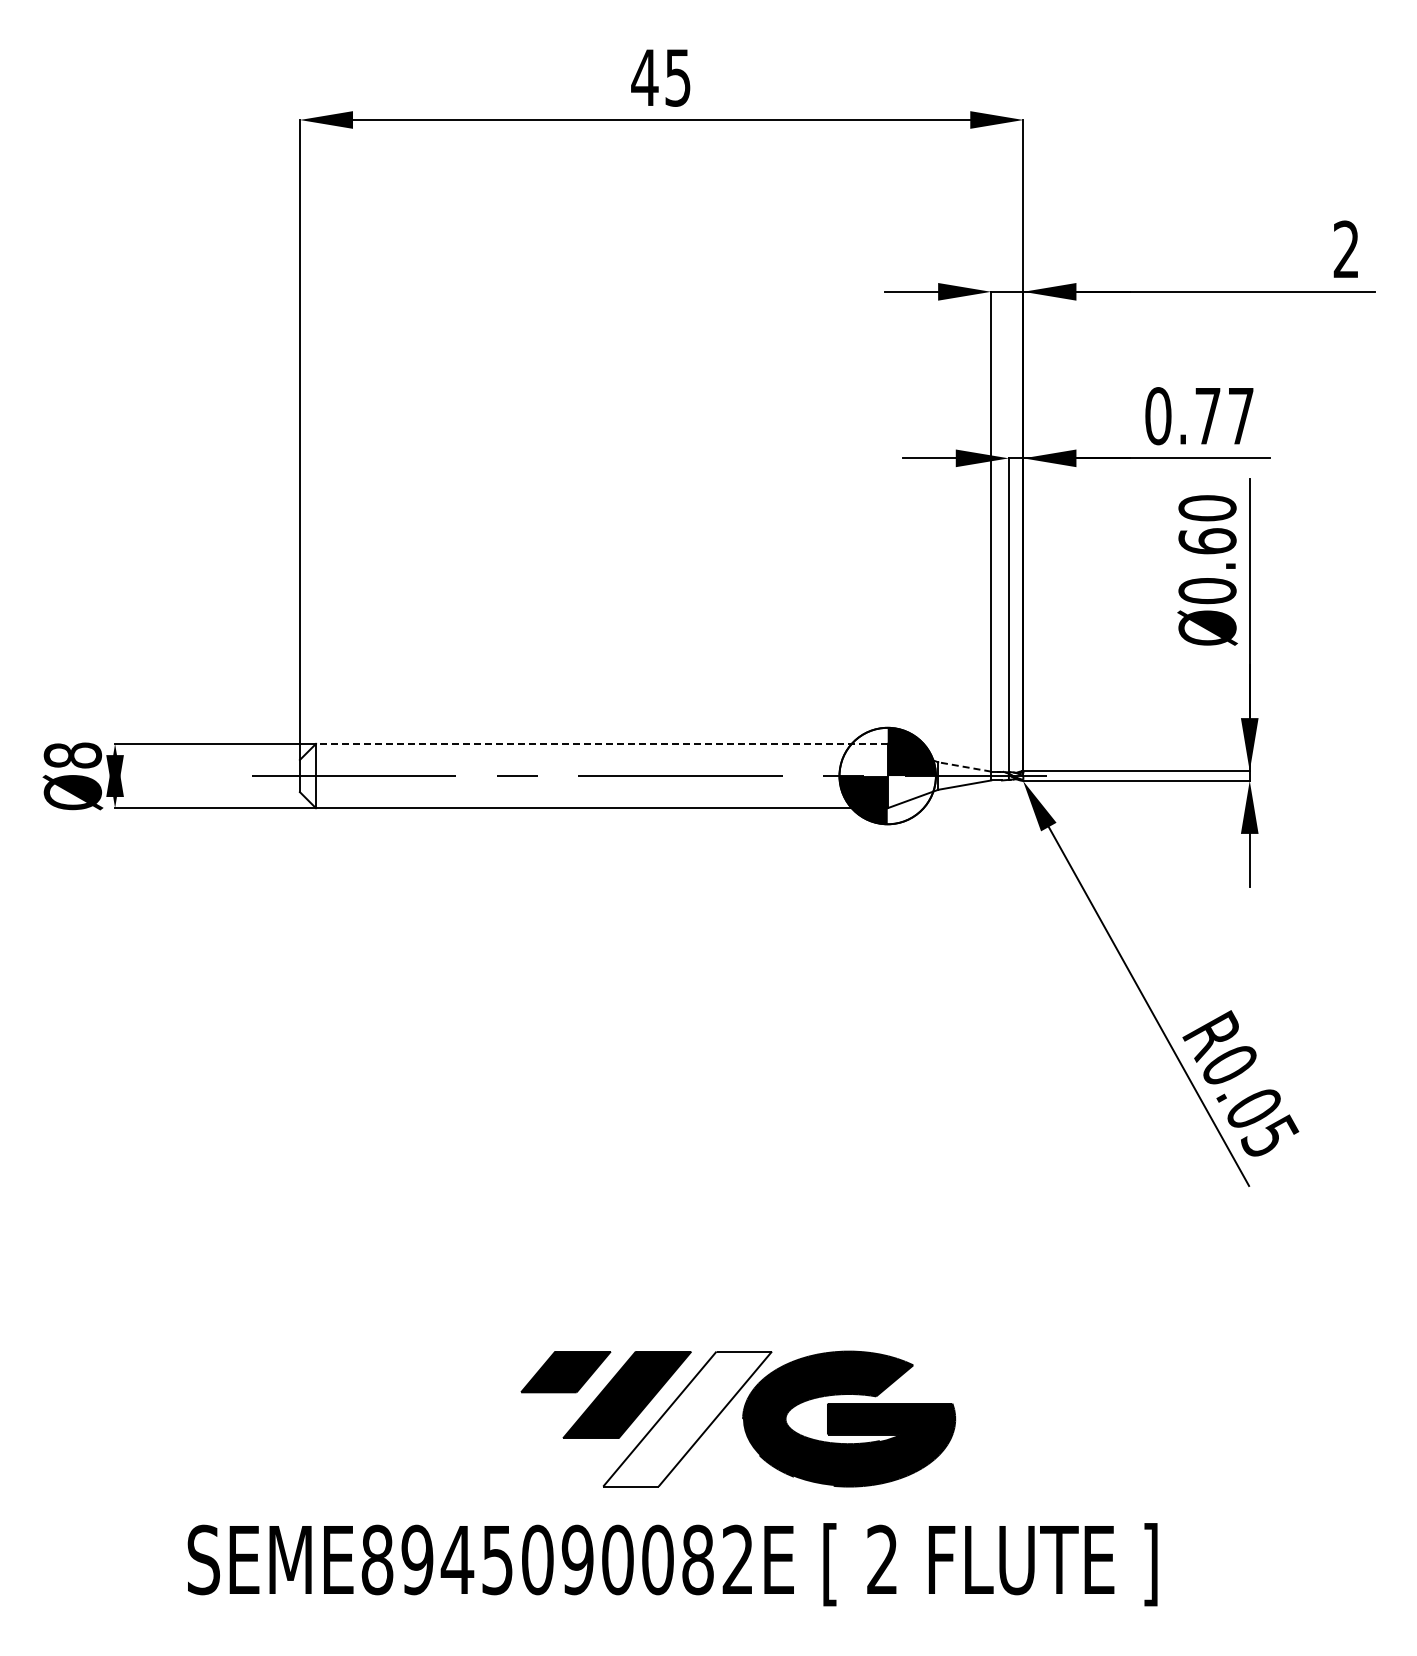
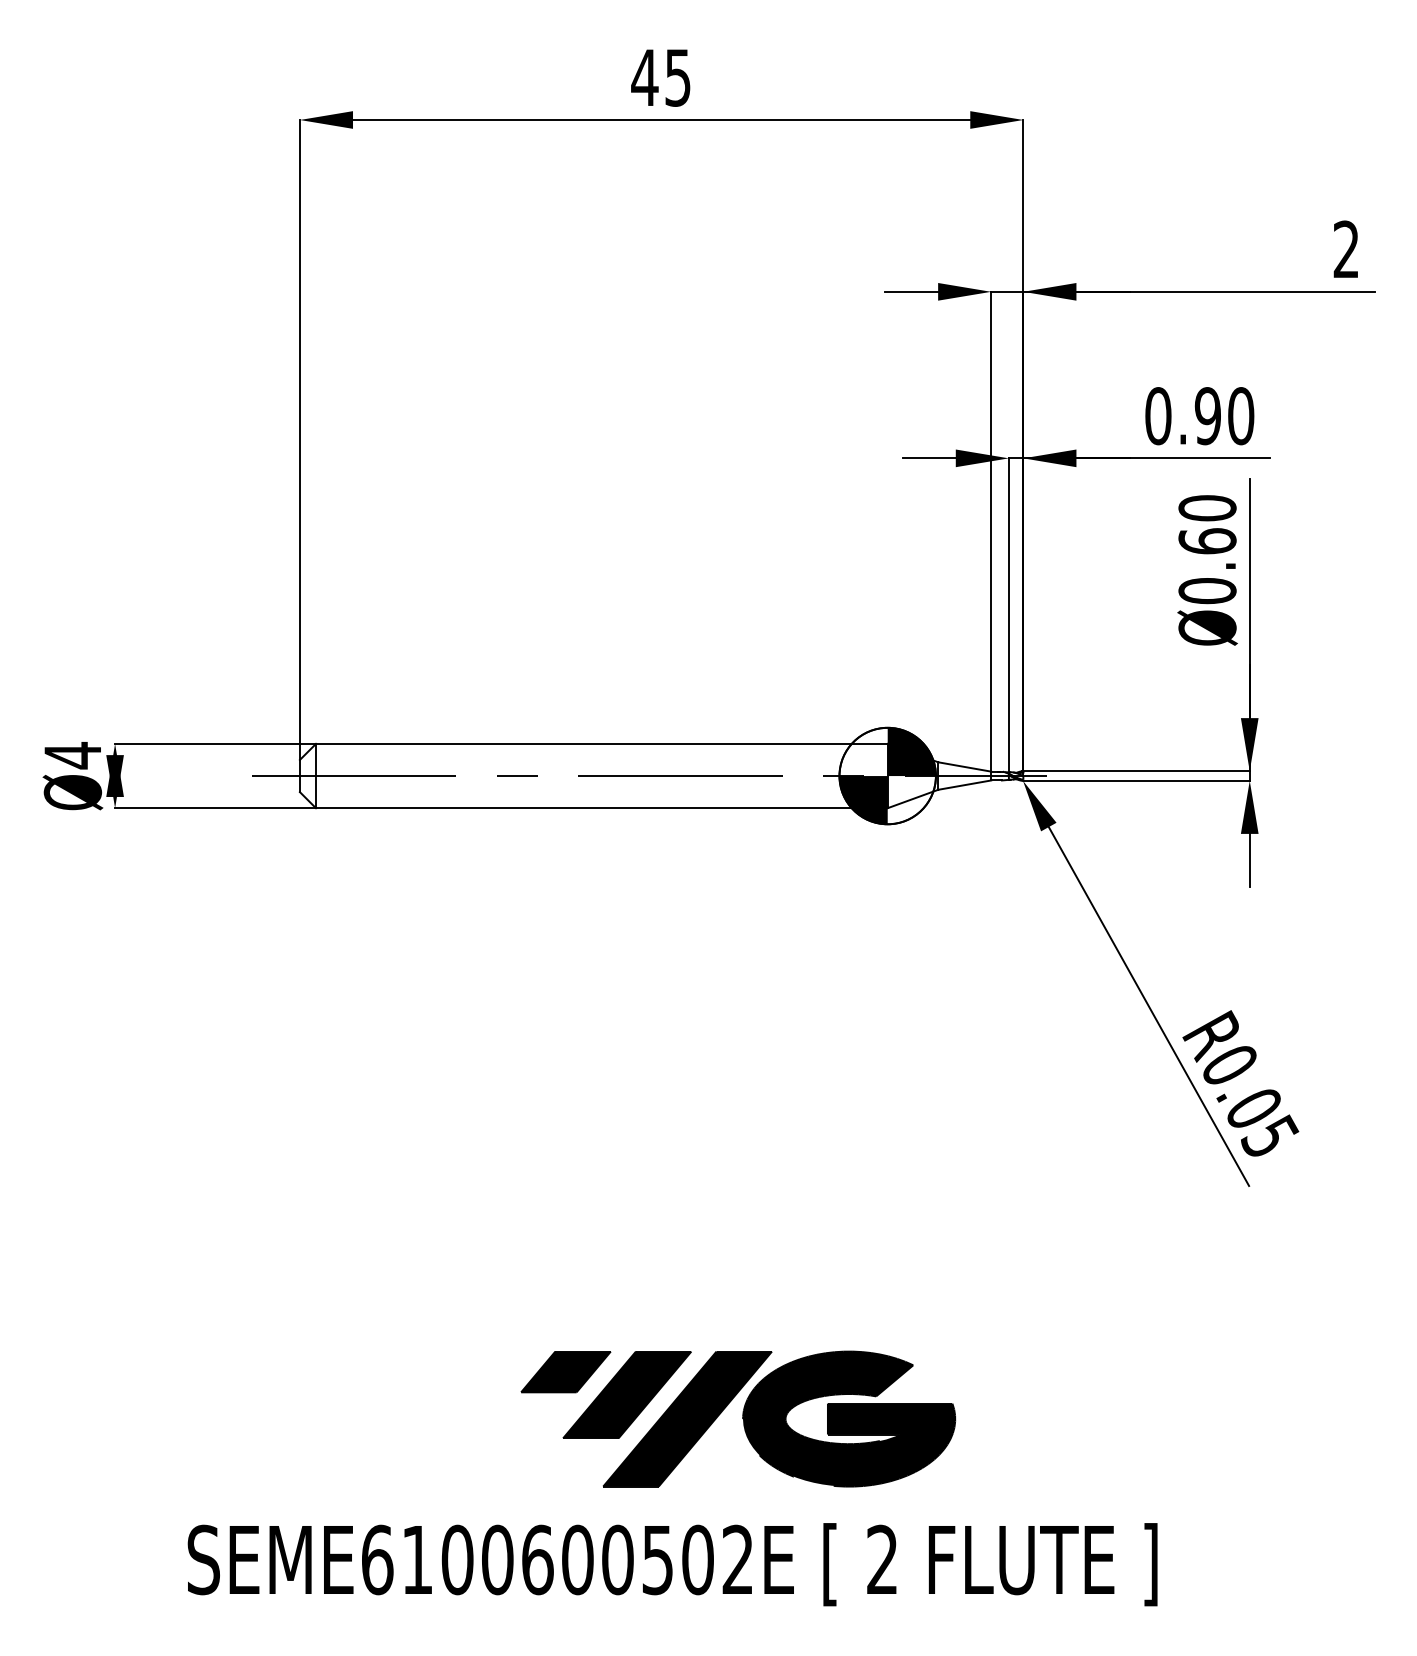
text at (1224, 416): 0.77 -> 0.90
line at (601, 743): dashed -> solid
text at (72, 755): Ø8 -> Ø4
line at (964, 766): dashed -> solid
fill at (687, 1418): none -> present
text at (537, 1559): SEME8945090082E -> SEME6100600502E
